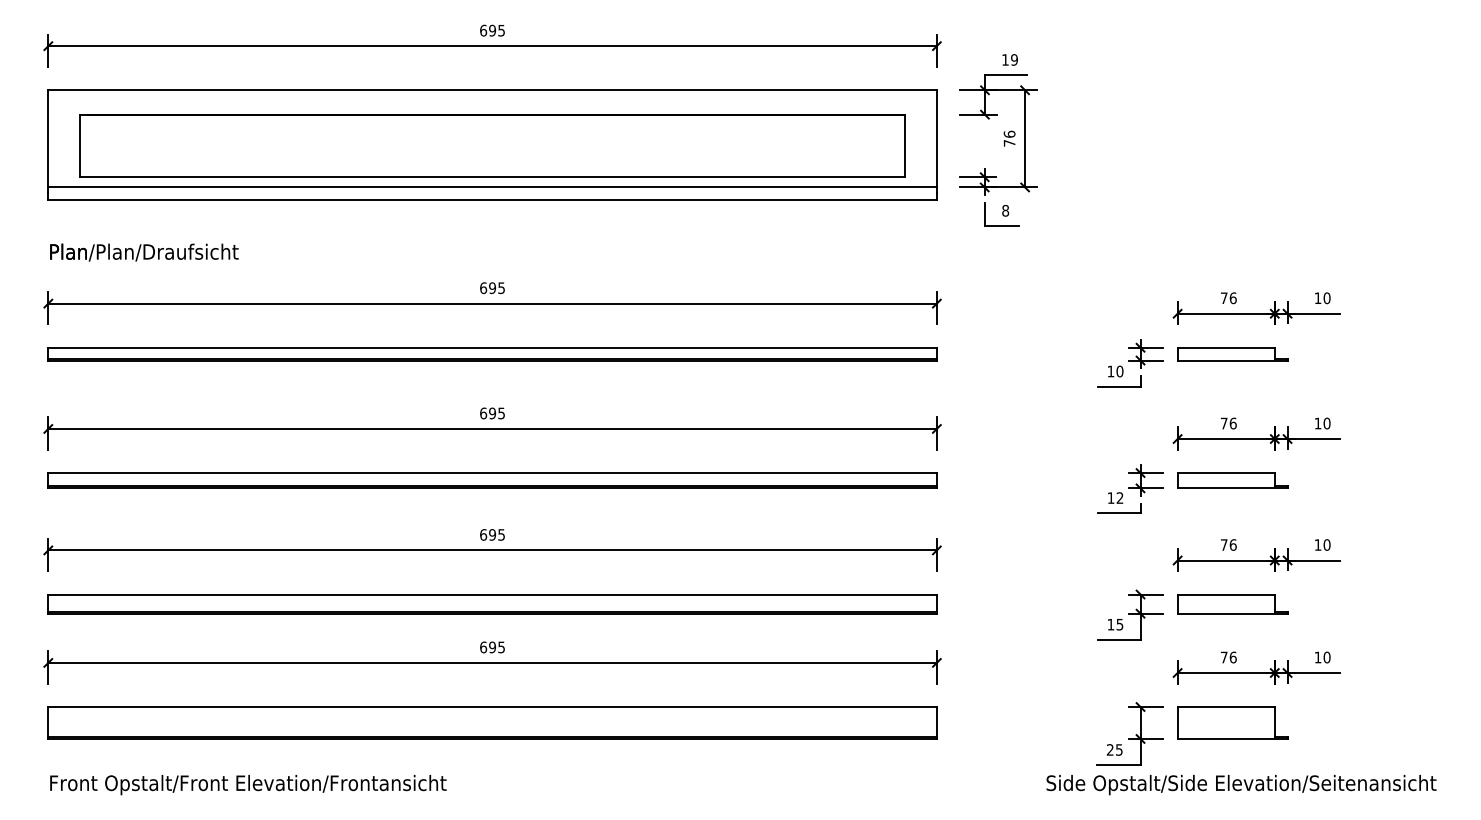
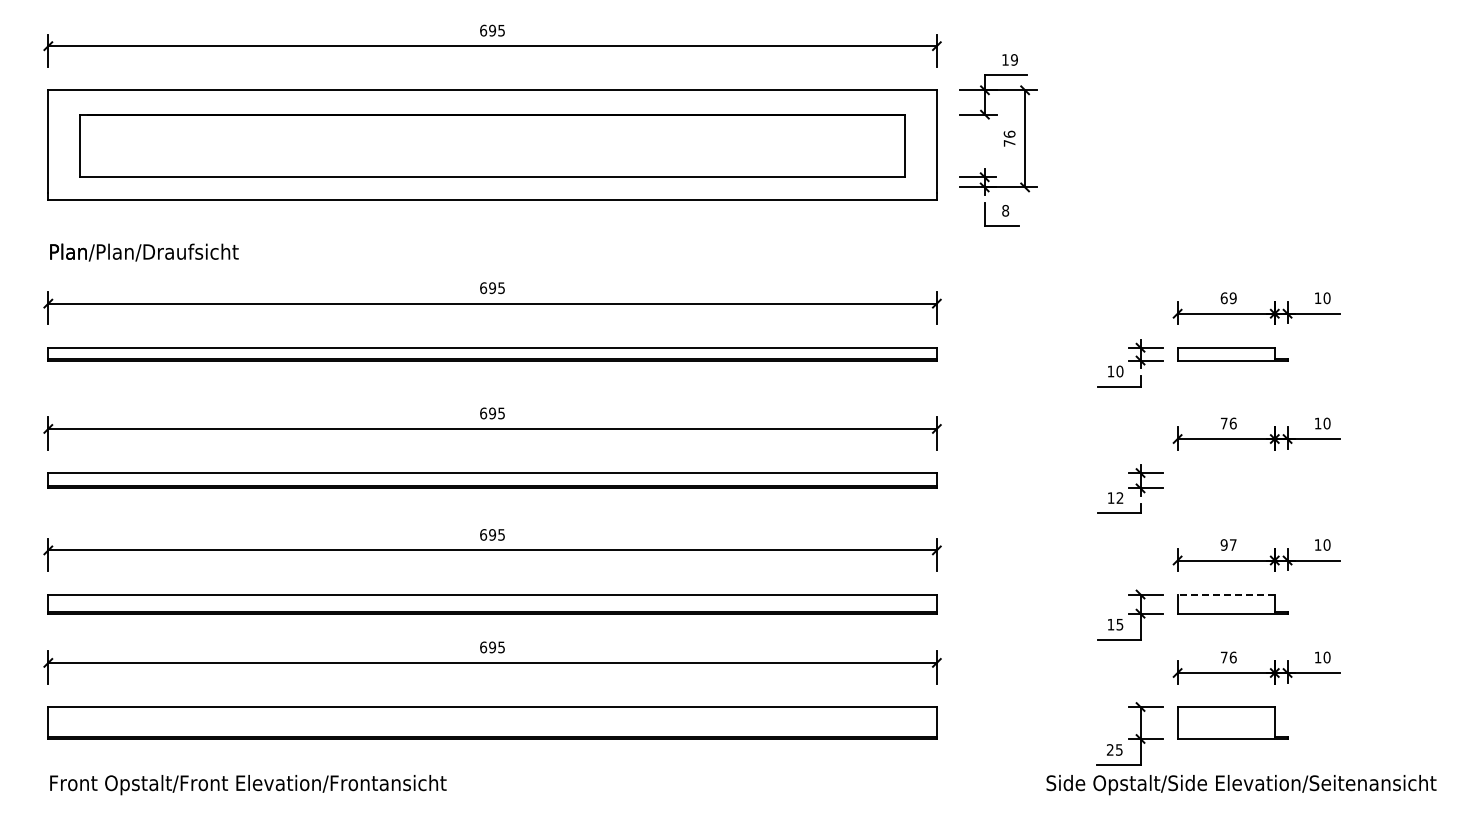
line at (492, 187): present -> none
text at (1228, 298): 76 -> 69
part at (1232, 480): present -> none
text at (1228, 544): 76 -> 97
line at (1226, 594): solid -> dashed
